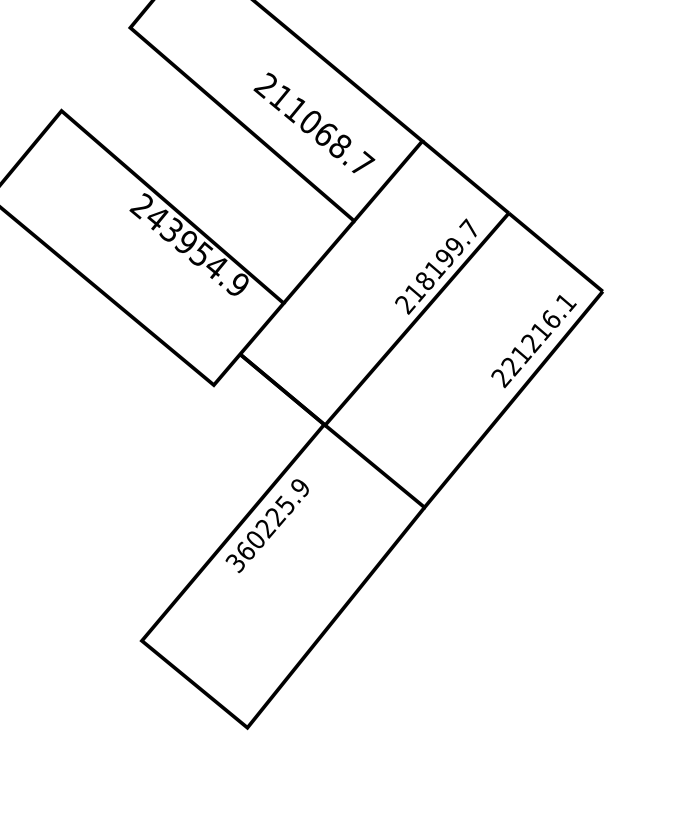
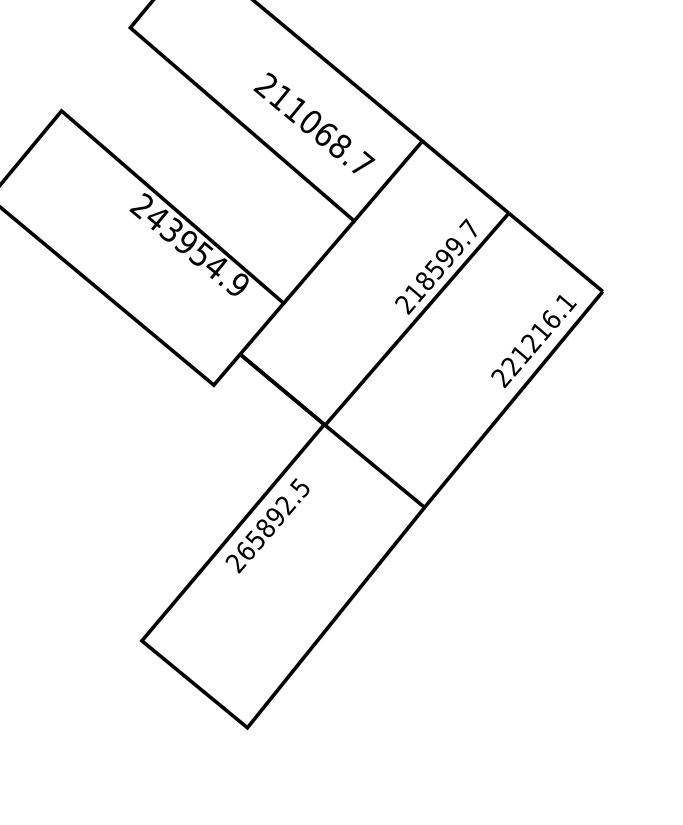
text at (434, 269): 218199.7 -> 218599.7
text at (267, 525): 360225.9 -> 265892.5
